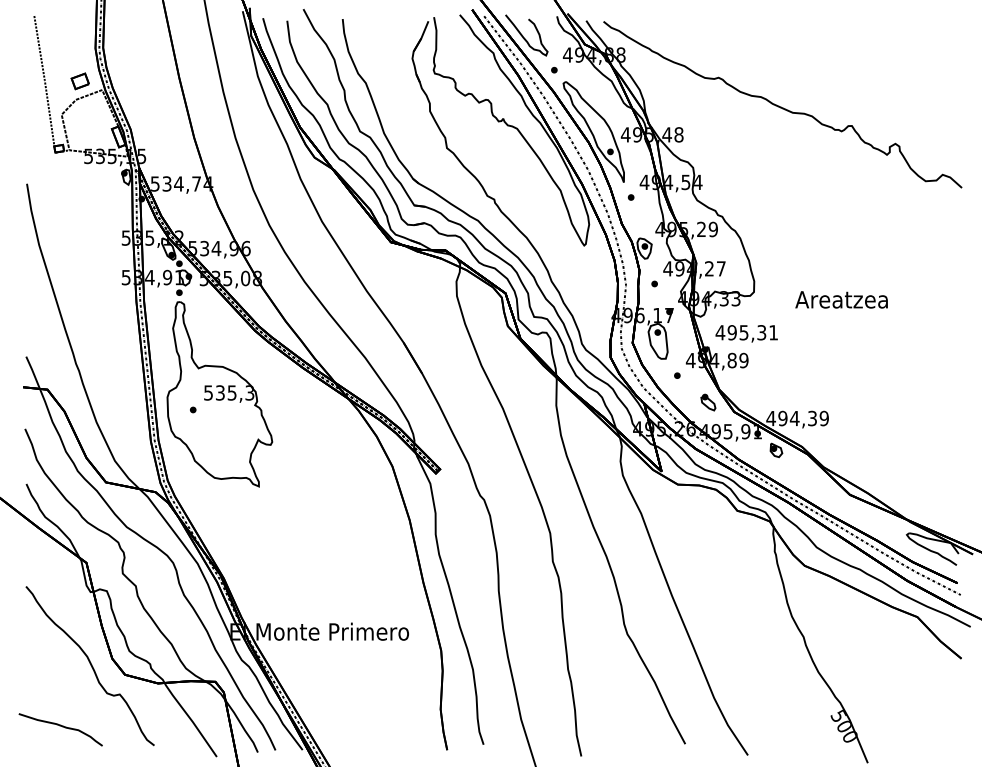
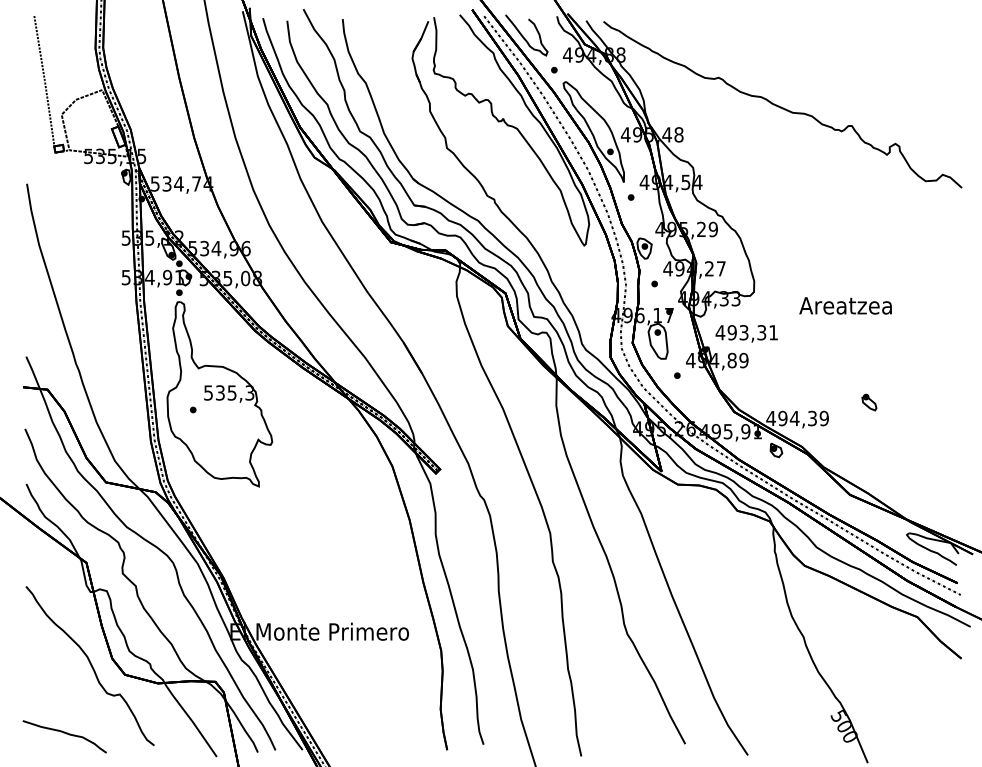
part at (79, 81): present -> none
text at (841, 299) position: (841, 299) -> (845, 305)
text at (744, 332): 495,31 -> 493,31
part at (708, 402) position: (708, 402) -> (869, 402)
curve at (62, 727) position: (62, 727) -> (66, 734)
